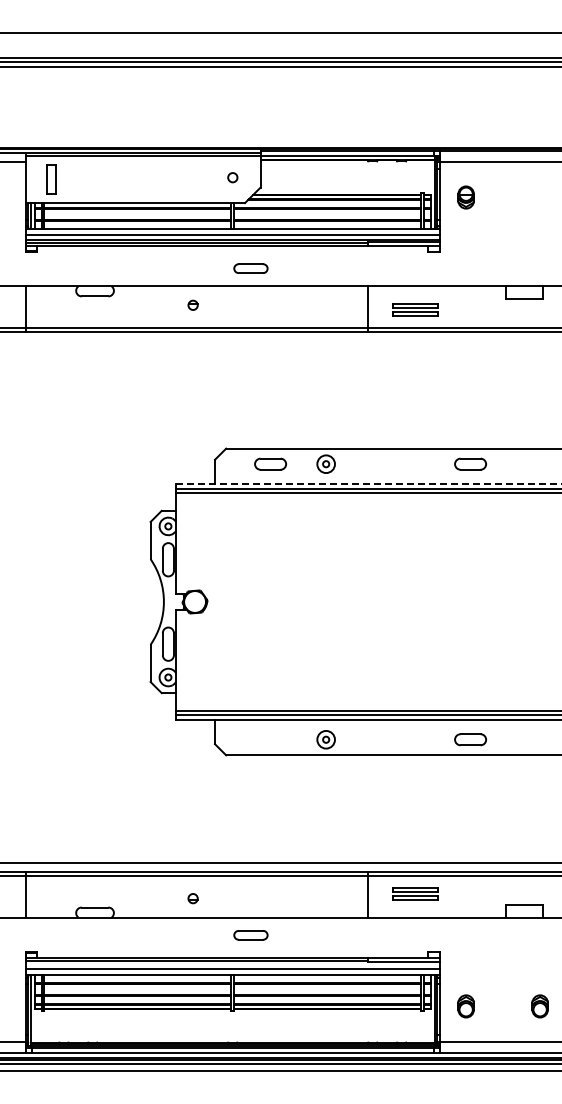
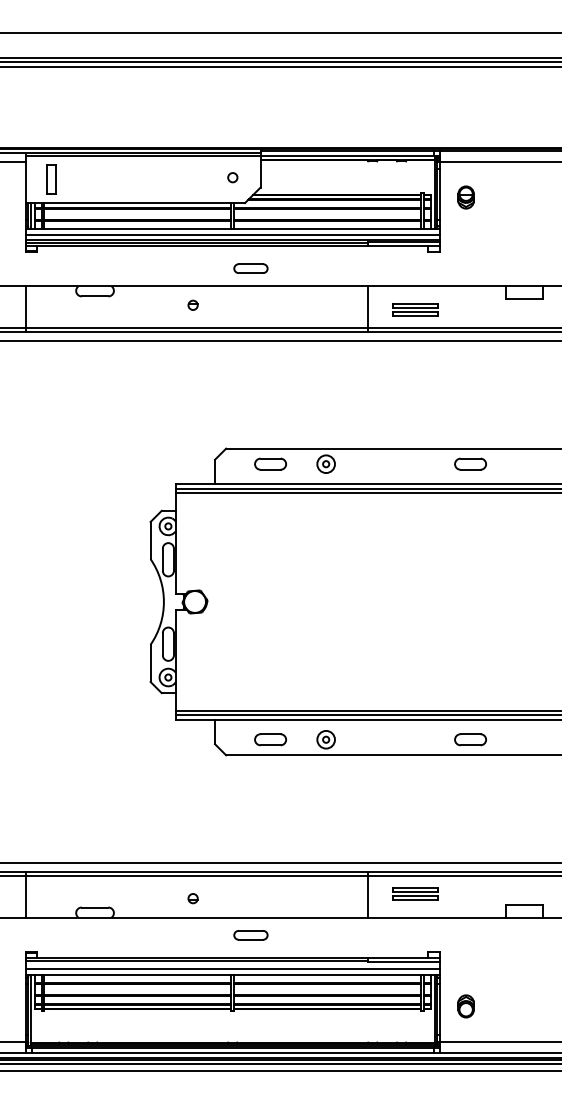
line at (280, 340): none -> present
line at (369, 484): dashed -> solid
part at (270, 739): none -> present
part at (539, 1006): present -> none
